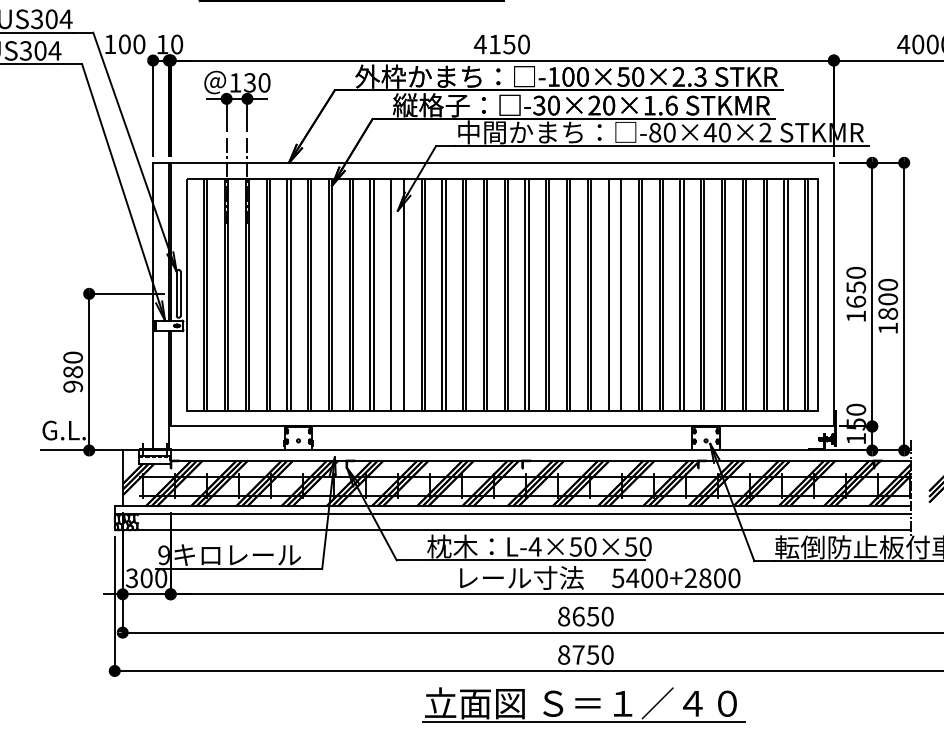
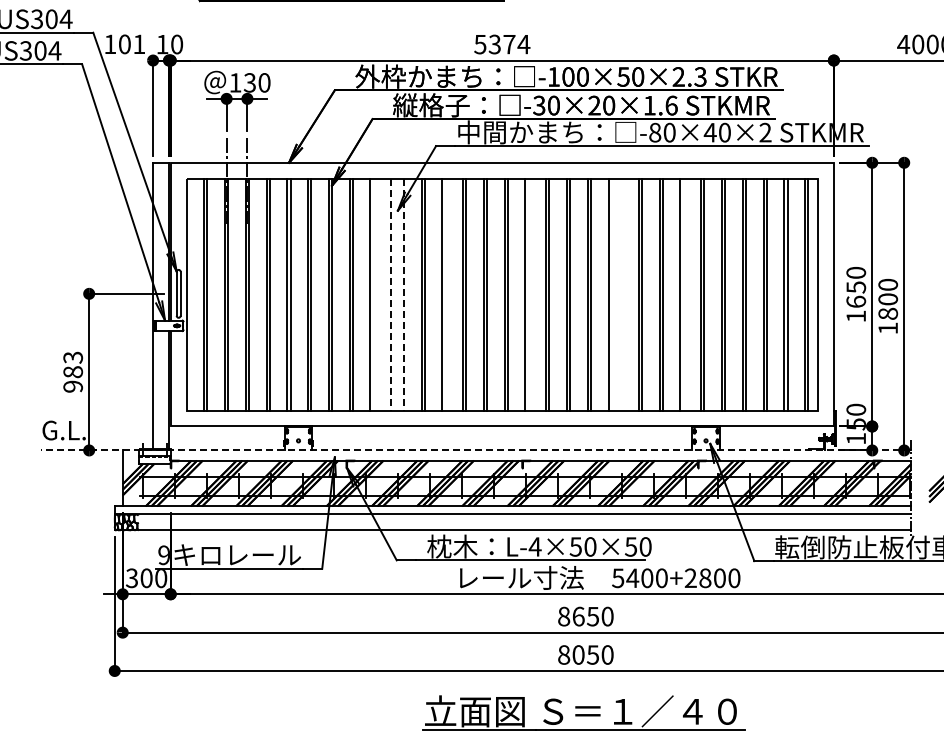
text at (139, 44): 100 -> 101
text at (501, 44): 4150 -> 5374
line at (373, 294): present -> none
line at (391, 294): solid -> dashed
line at (404, 294): solid -> dashed
line at (445, 294): present -> none
line at (528, 294): present -> none
line at (621, 294): present -> none
line at (683, 294): present -> none
text at (72, 357): 980 -> 983
line at (475, 450): solid -> dashed
text at (578, 654): 8750 -> 8050
part at (583, 704) position: (583, 704) -> (583, 712)
